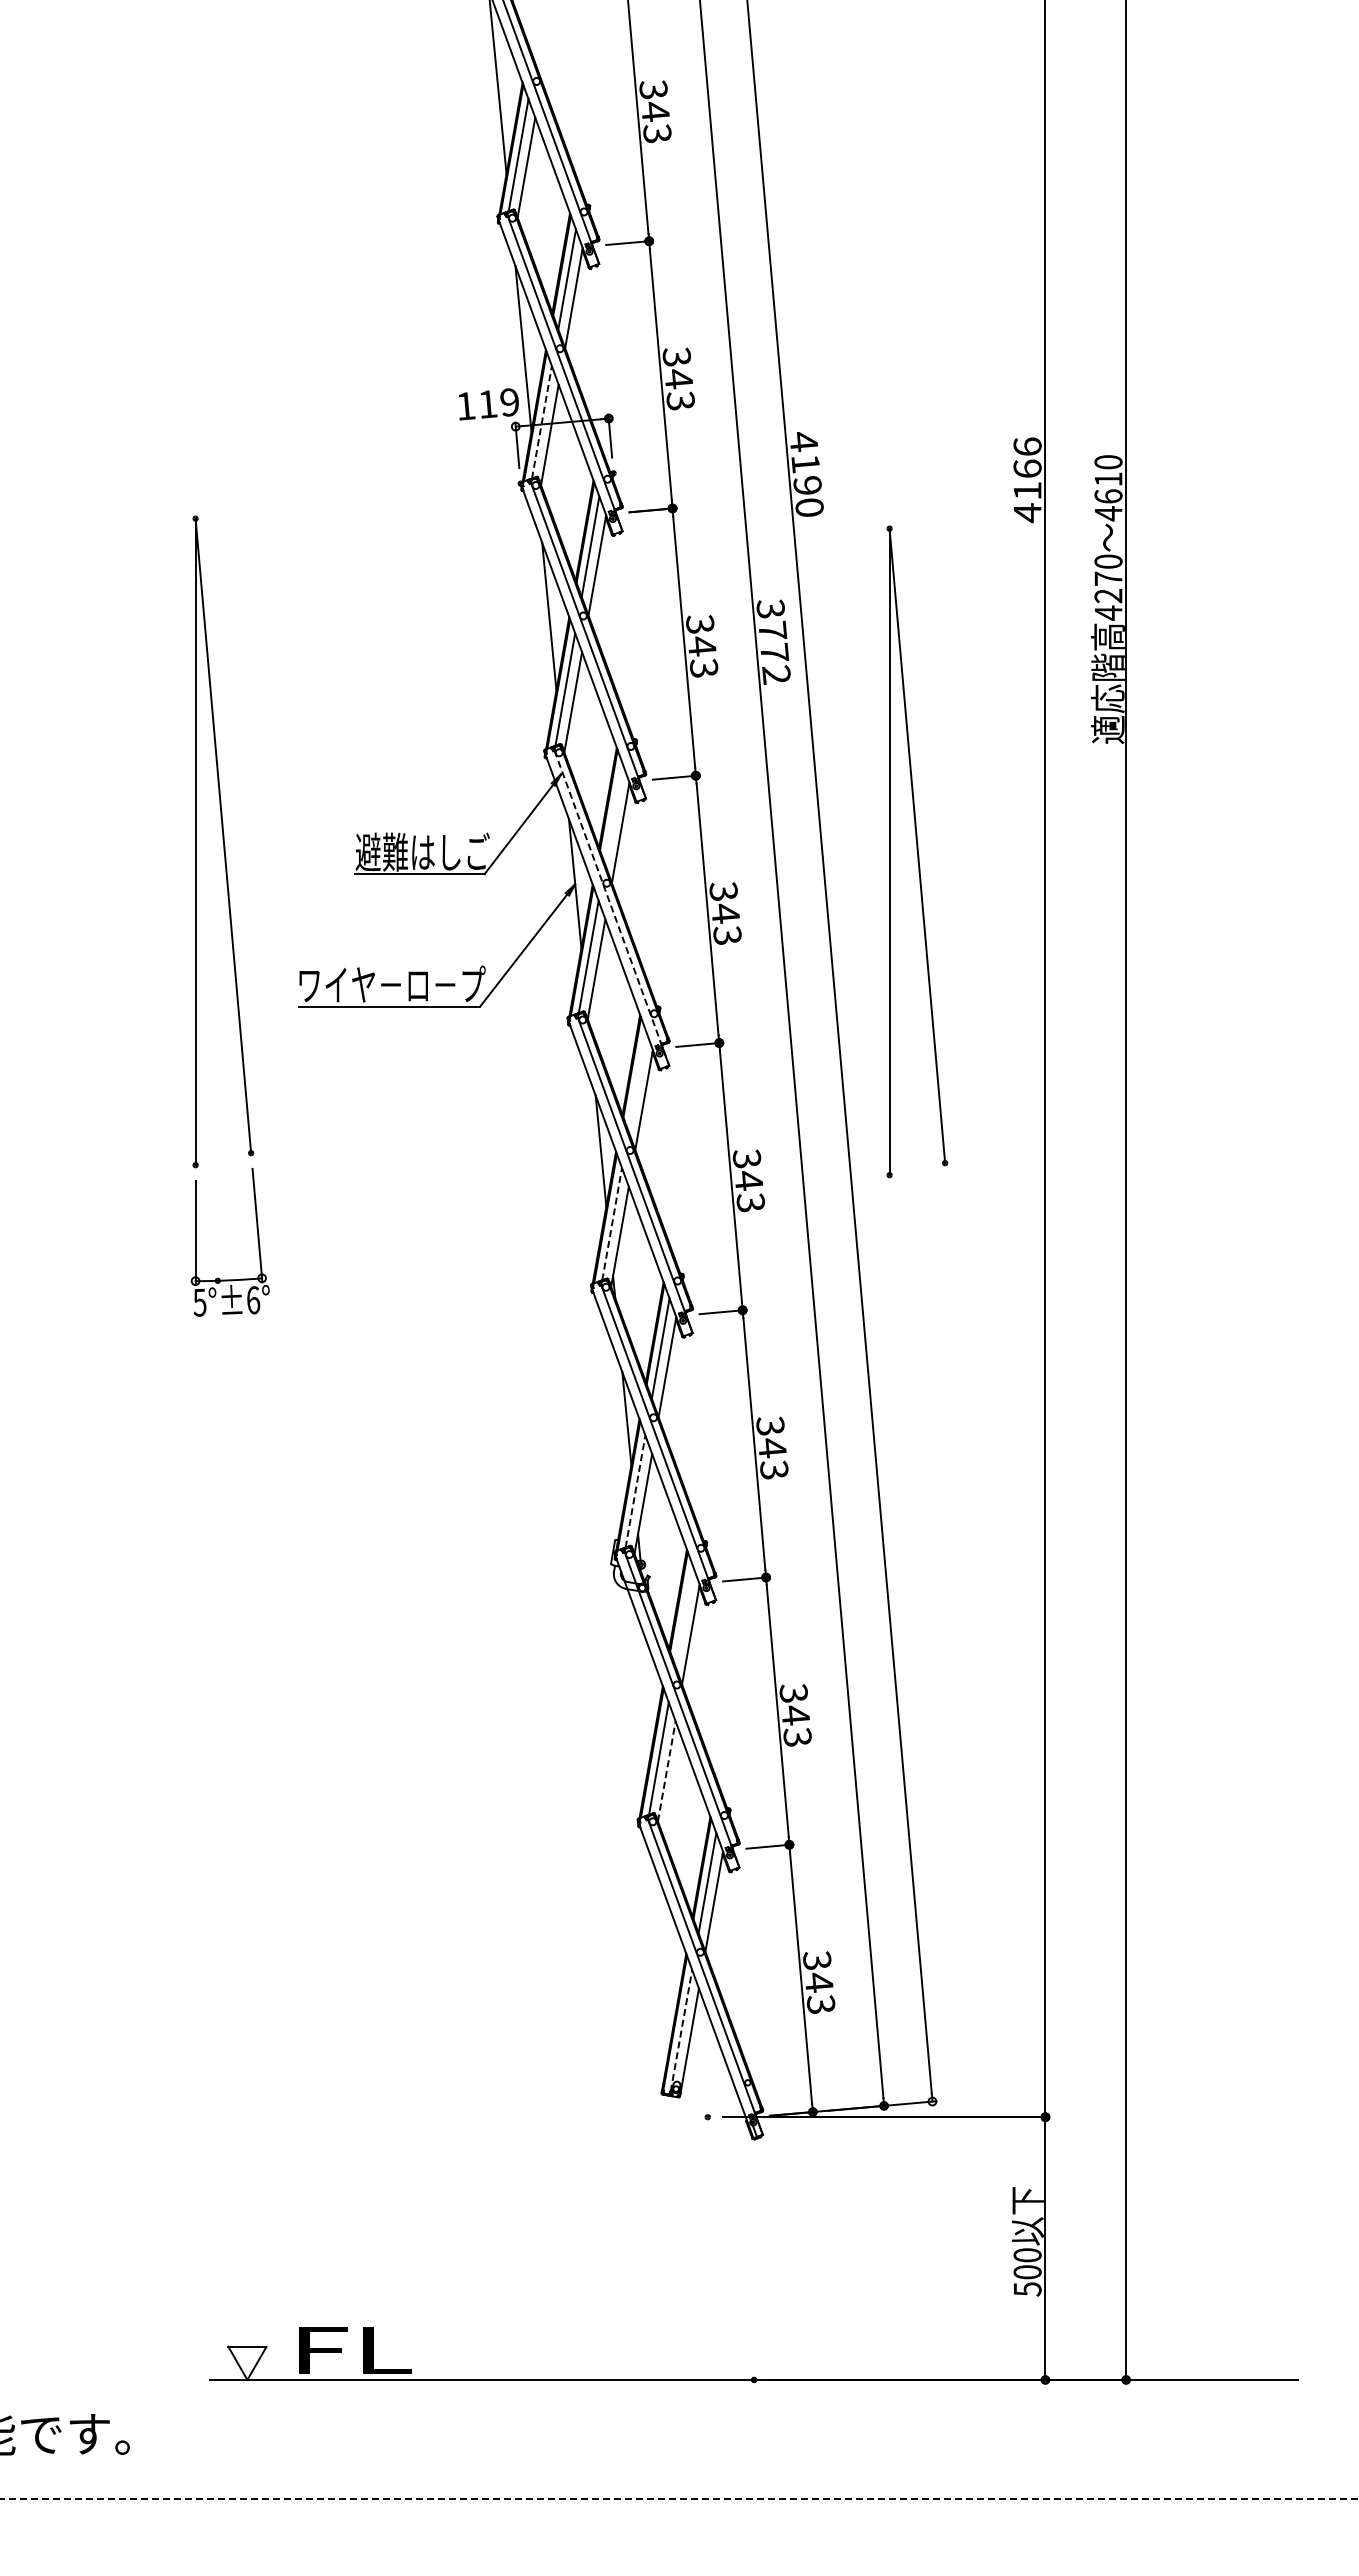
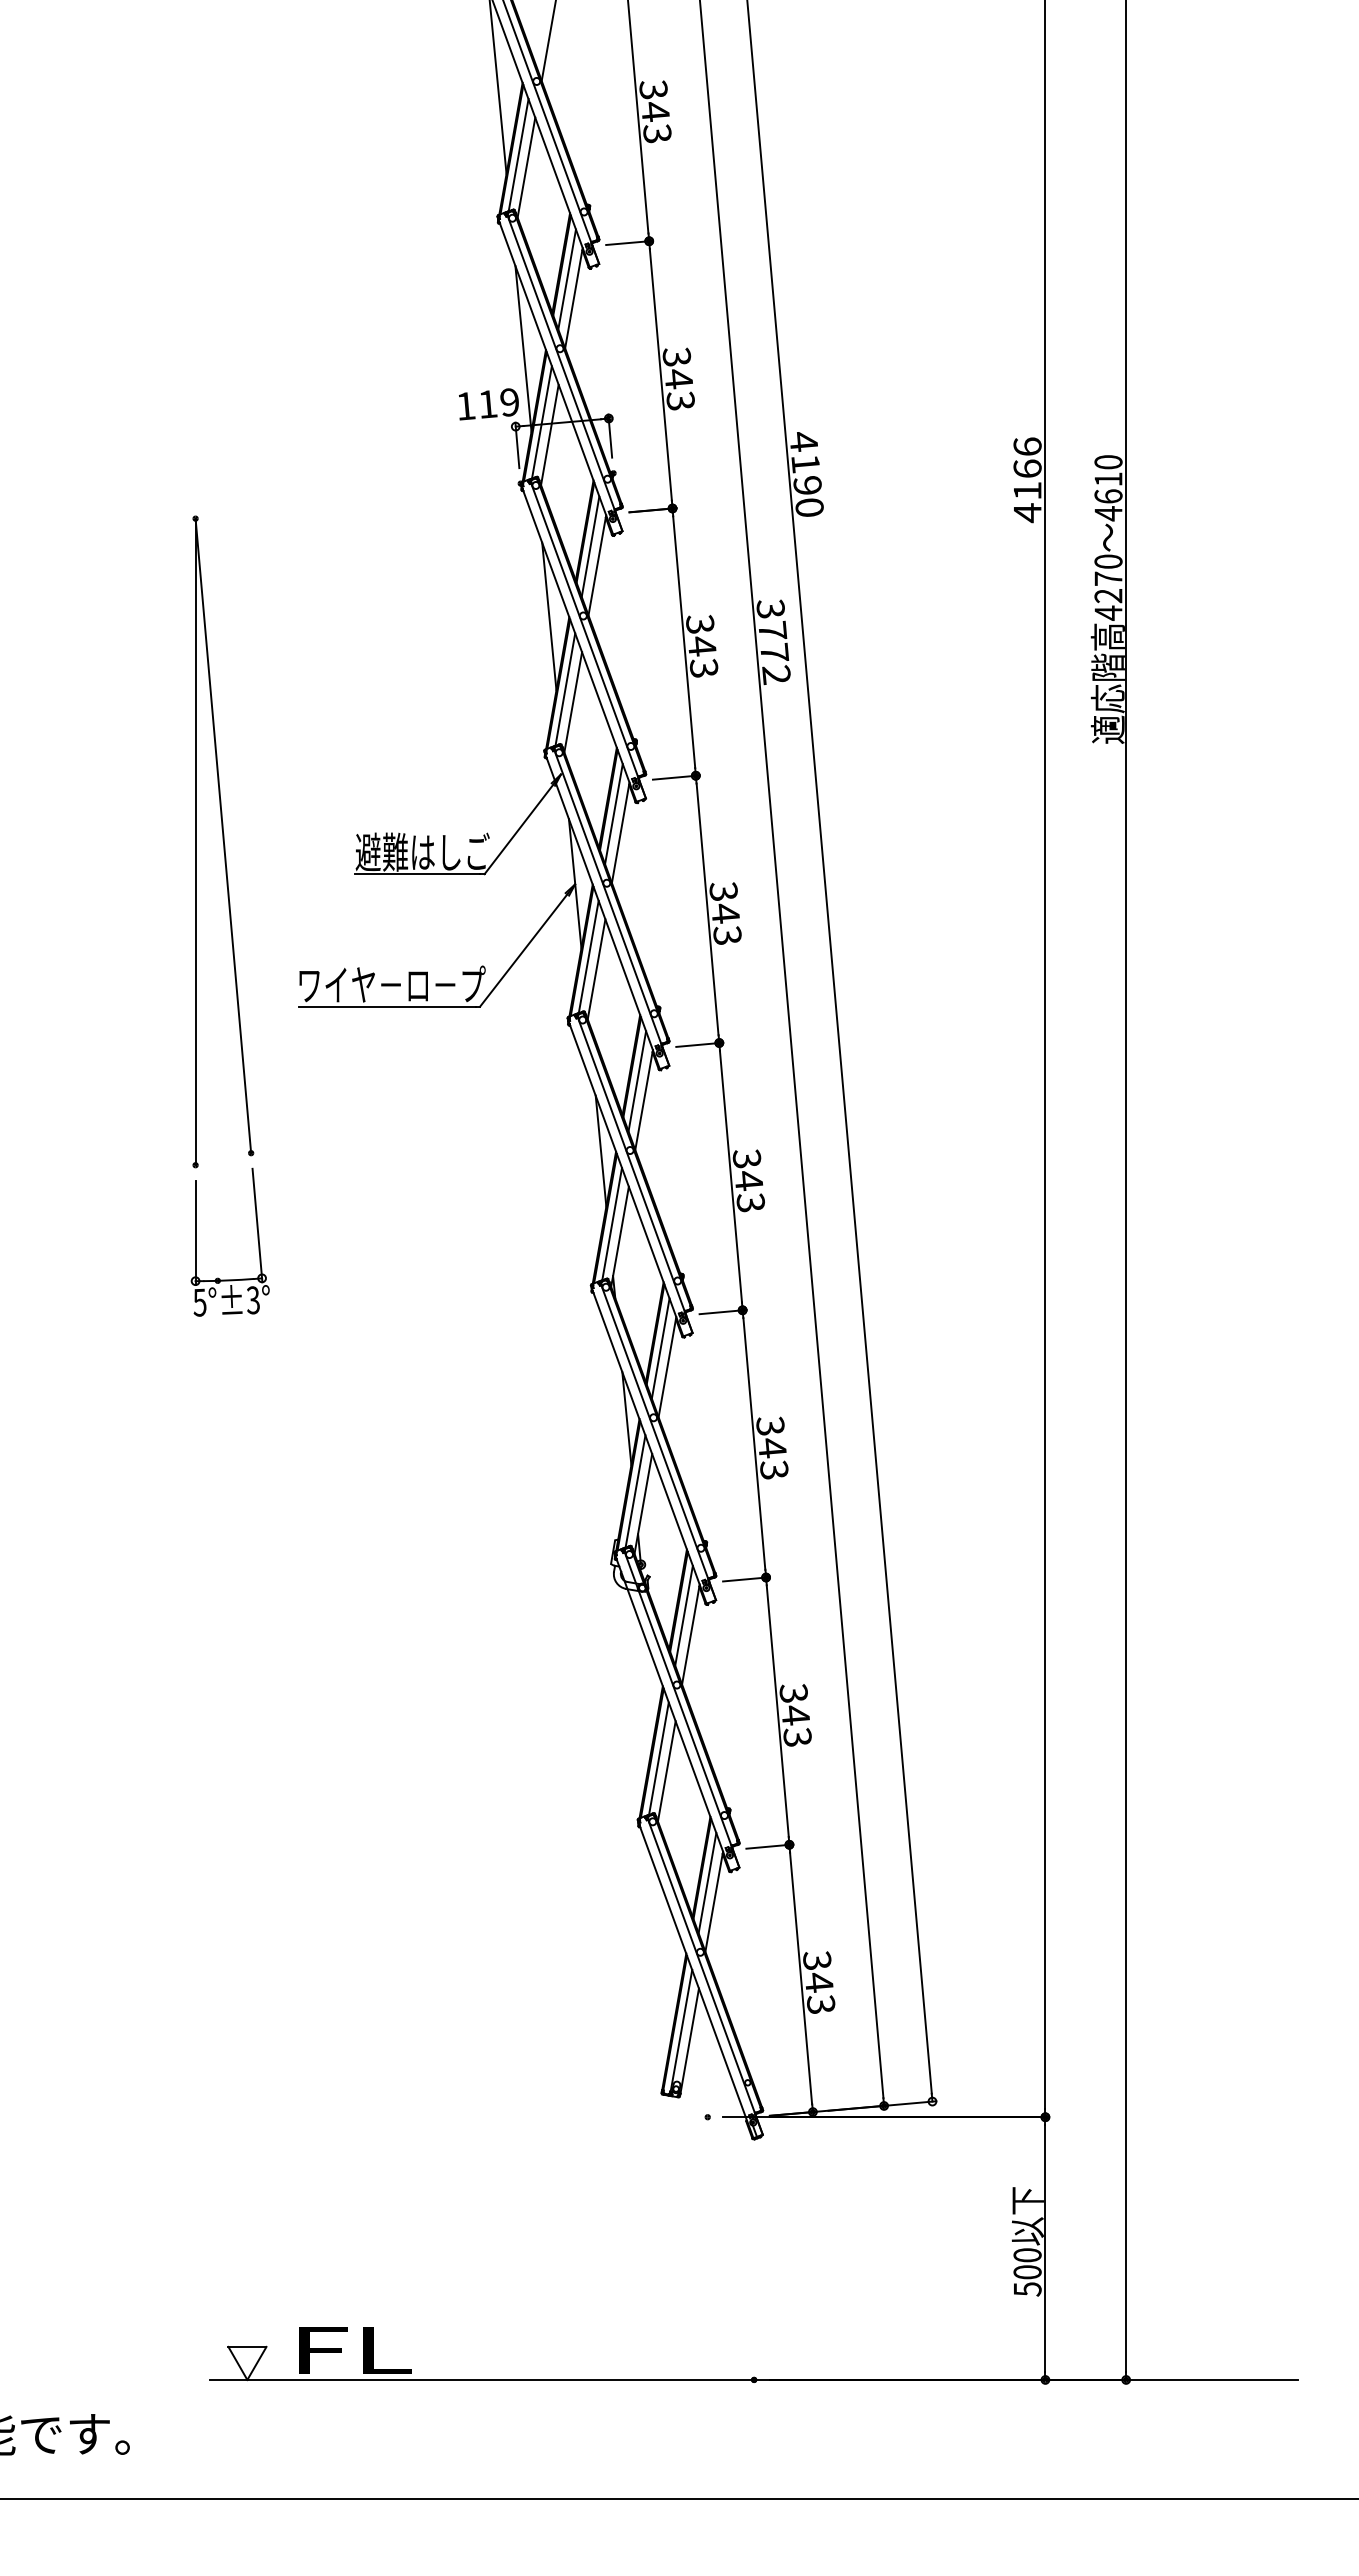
line at (548, 41): none -> present
line at (542, 421): dashed -> solid
line at (613, 814): none -> present
part at (917, 851): present -> none
line at (611, 908): dashed -> solid
line at (637, 1081): none -> present
line at (612, 1223): dashed -> solid
text at (253, 1300): 5°±6° -> 5°±3°
line at (635, 1490): dashed -> solid
line at (683, 1615): none -> present
line at (666, 1771): dashed -> solid
line at (681, 2030): dashed -> solid
line at (679, 2498): dashed -> solid
